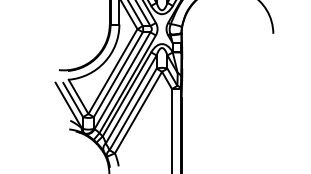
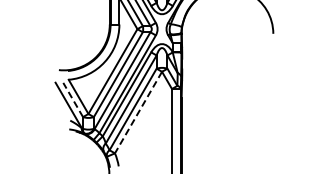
line at (73, 100): solid -> dashed
line at (138, 113): solid -> dashed
